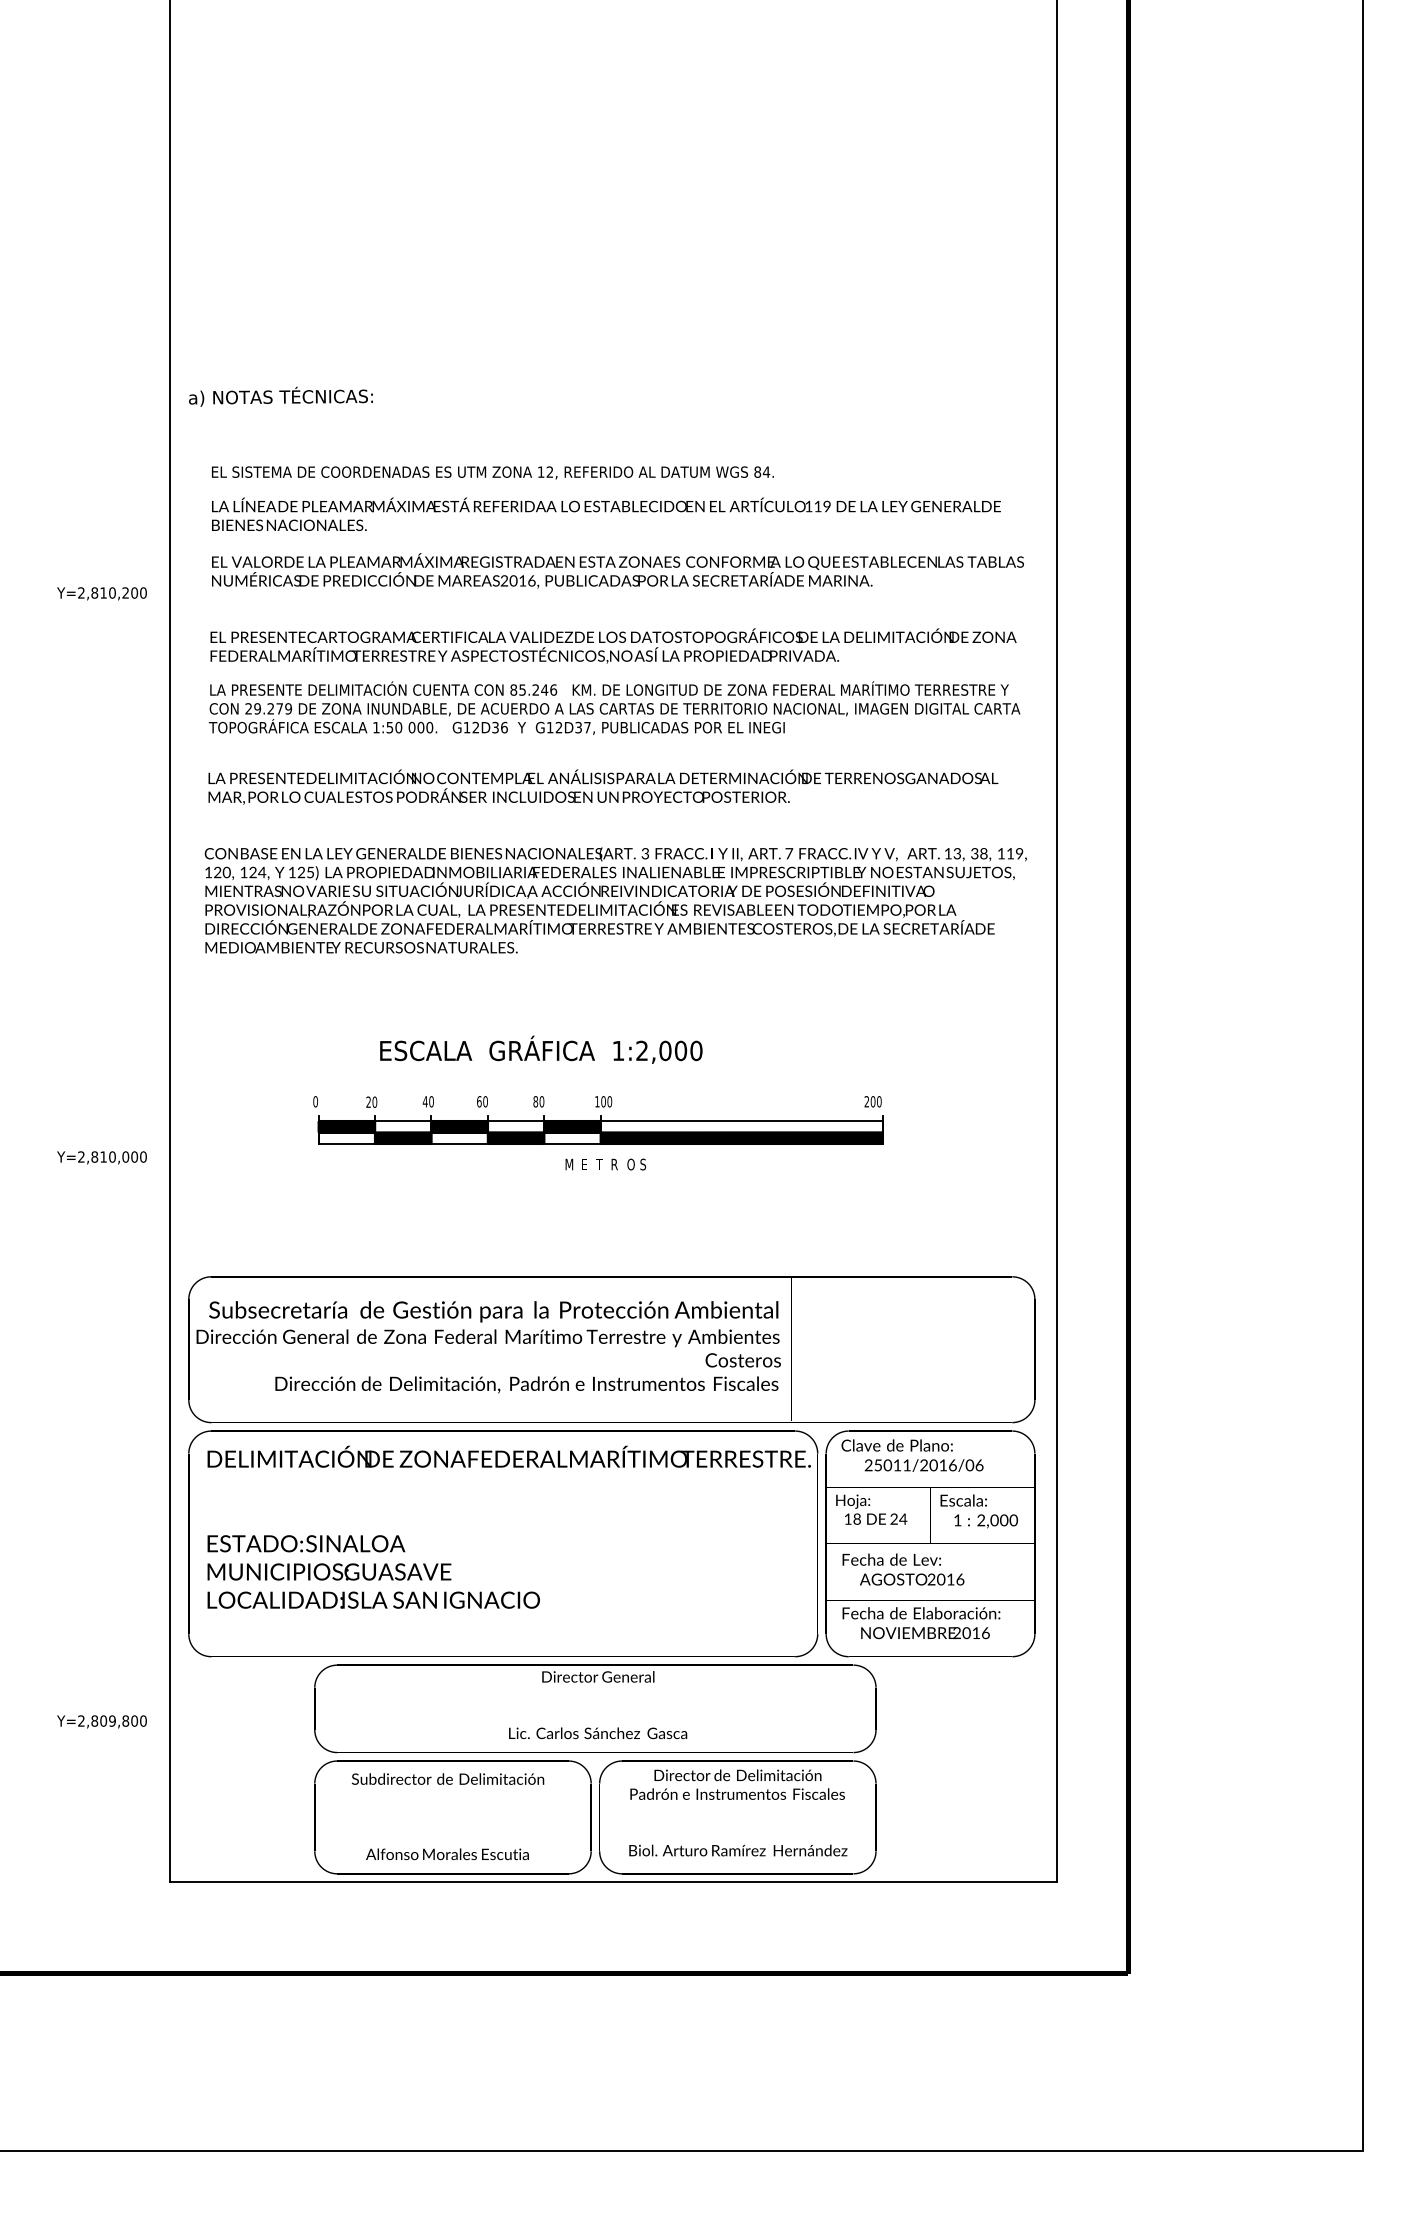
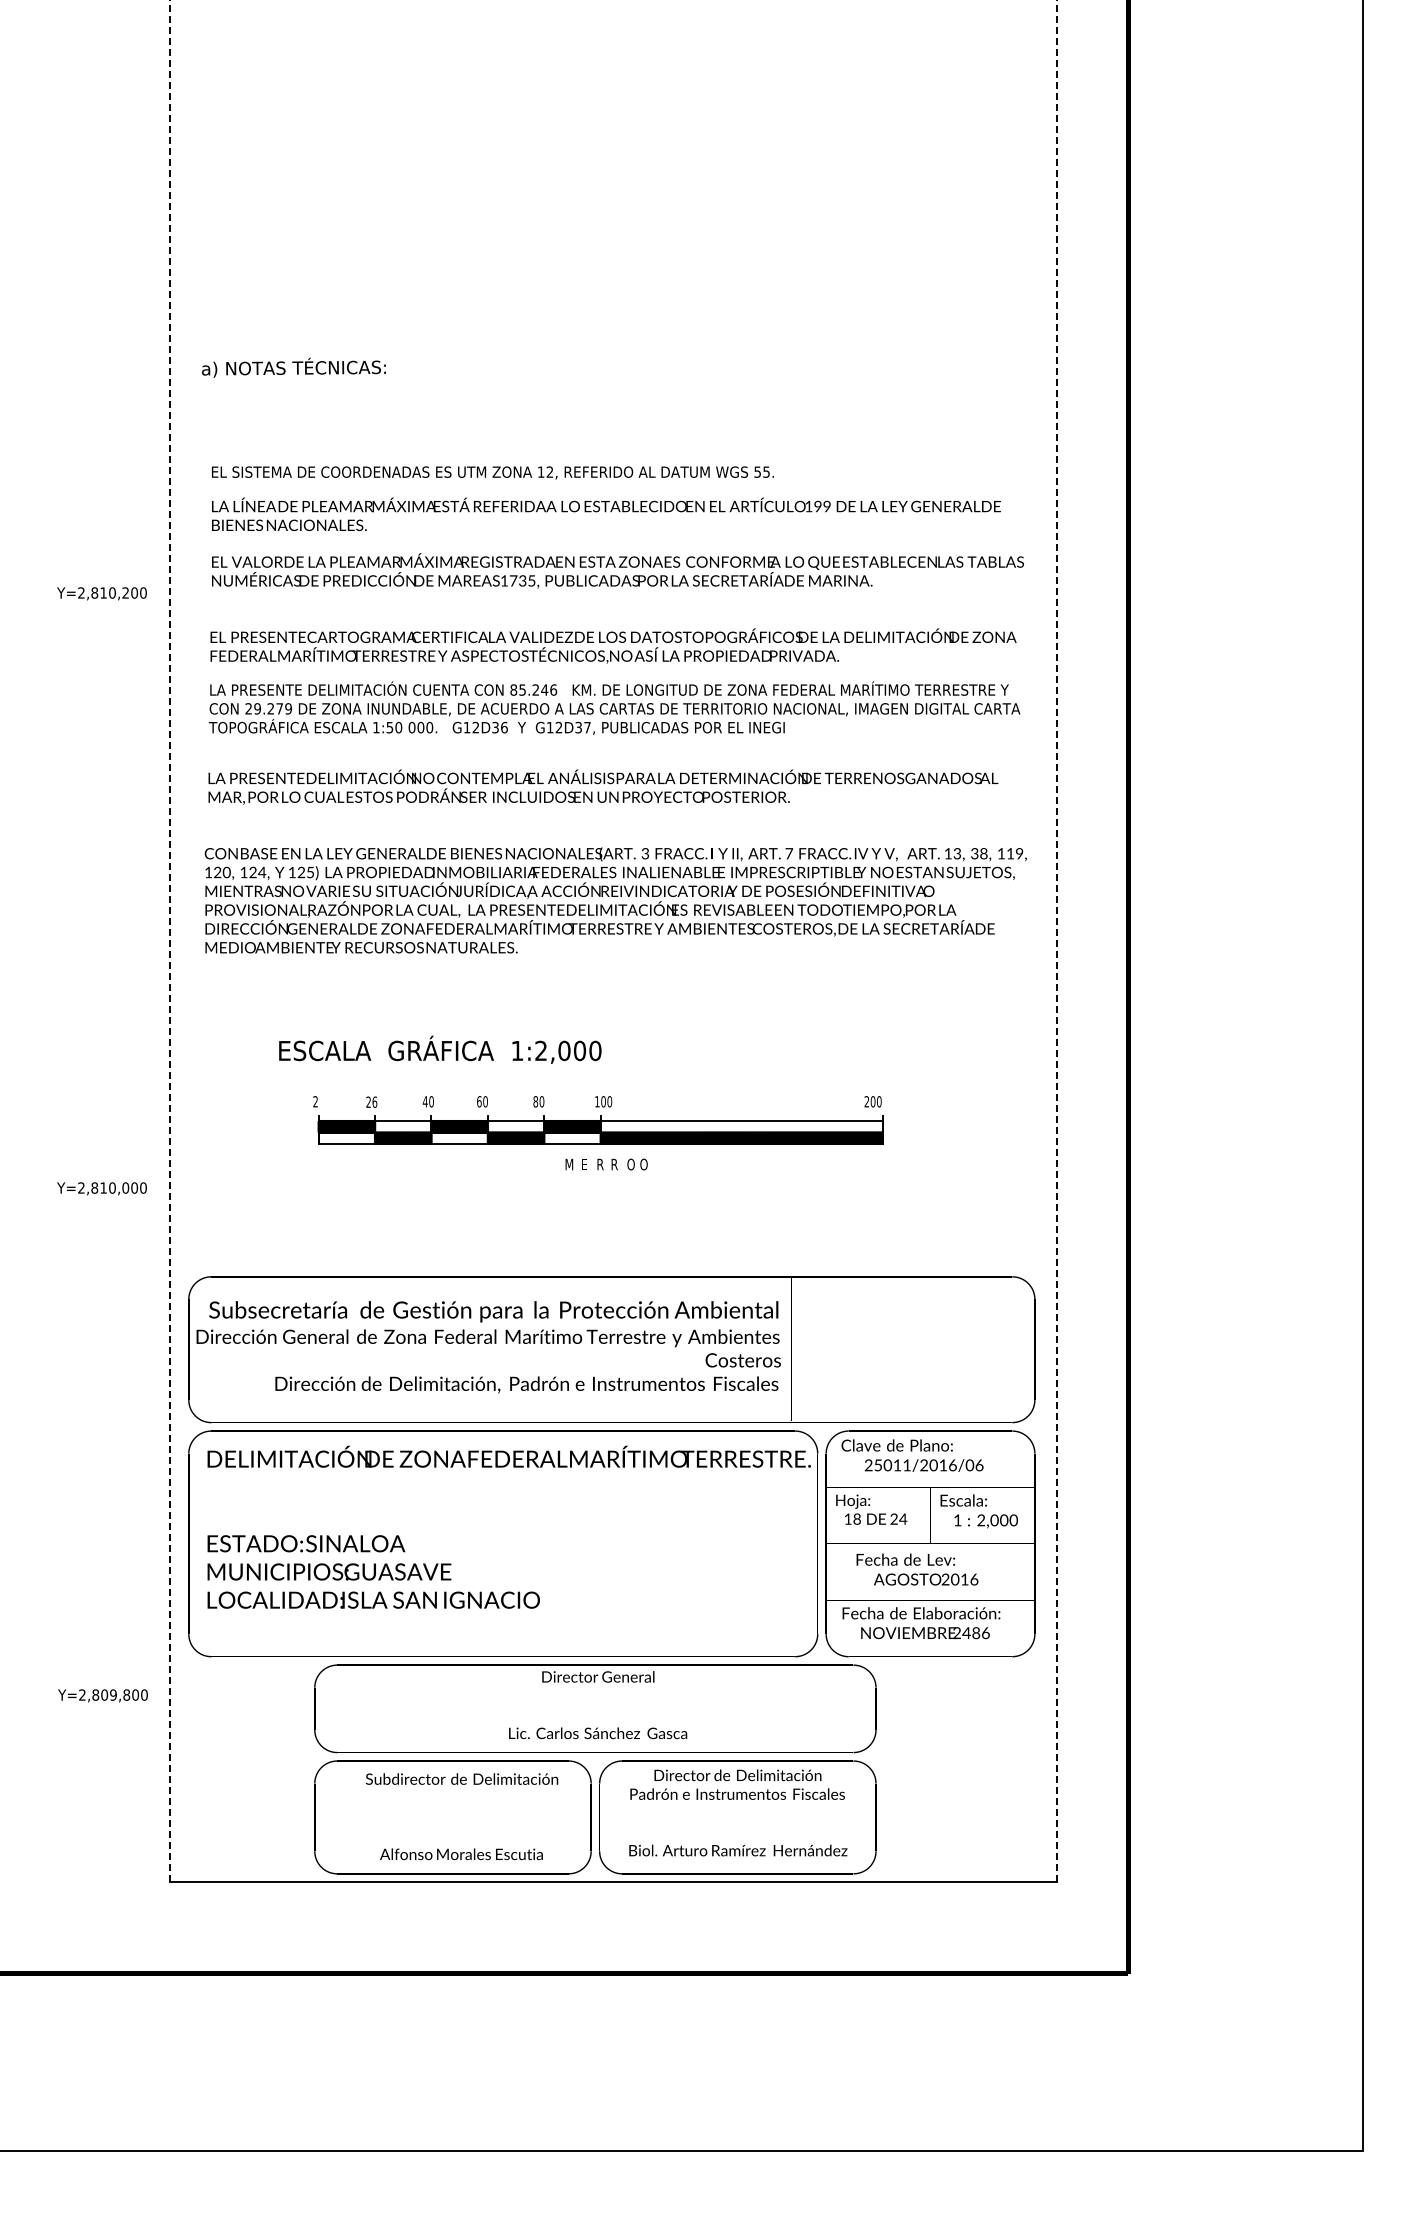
text at (280, 396) position: (280, 396) -> (293, 367)
text at (762, 471): 84. -> 55.
text at (817, 506): 119 -> 199
text at (517, 580): 2016, -> 1735,
line at (170, 940): solid -> dashed
line at (1056, 940): solid -> dashed
text at (541, 1049) position: (541, 1049) -> (440, 1049)
text at (315, 1101): 0 -> 2
text at (374, 1101): 20 -> 26
text at (101, 1157) position: (101, 1157) -> (101, 1188)
text at (599, 1164): T -> R
text at (643, 1164): S -> O
text at (903, 1569) position: (903, 1569) -> (917, 1569)
text at (971, 1633): 2016 -> 2486
text at (101, 1721) position: (101, 1721) -> (102, 1695)
text at (447, 1816) position: (447, 1816) -> (461, 1816)
